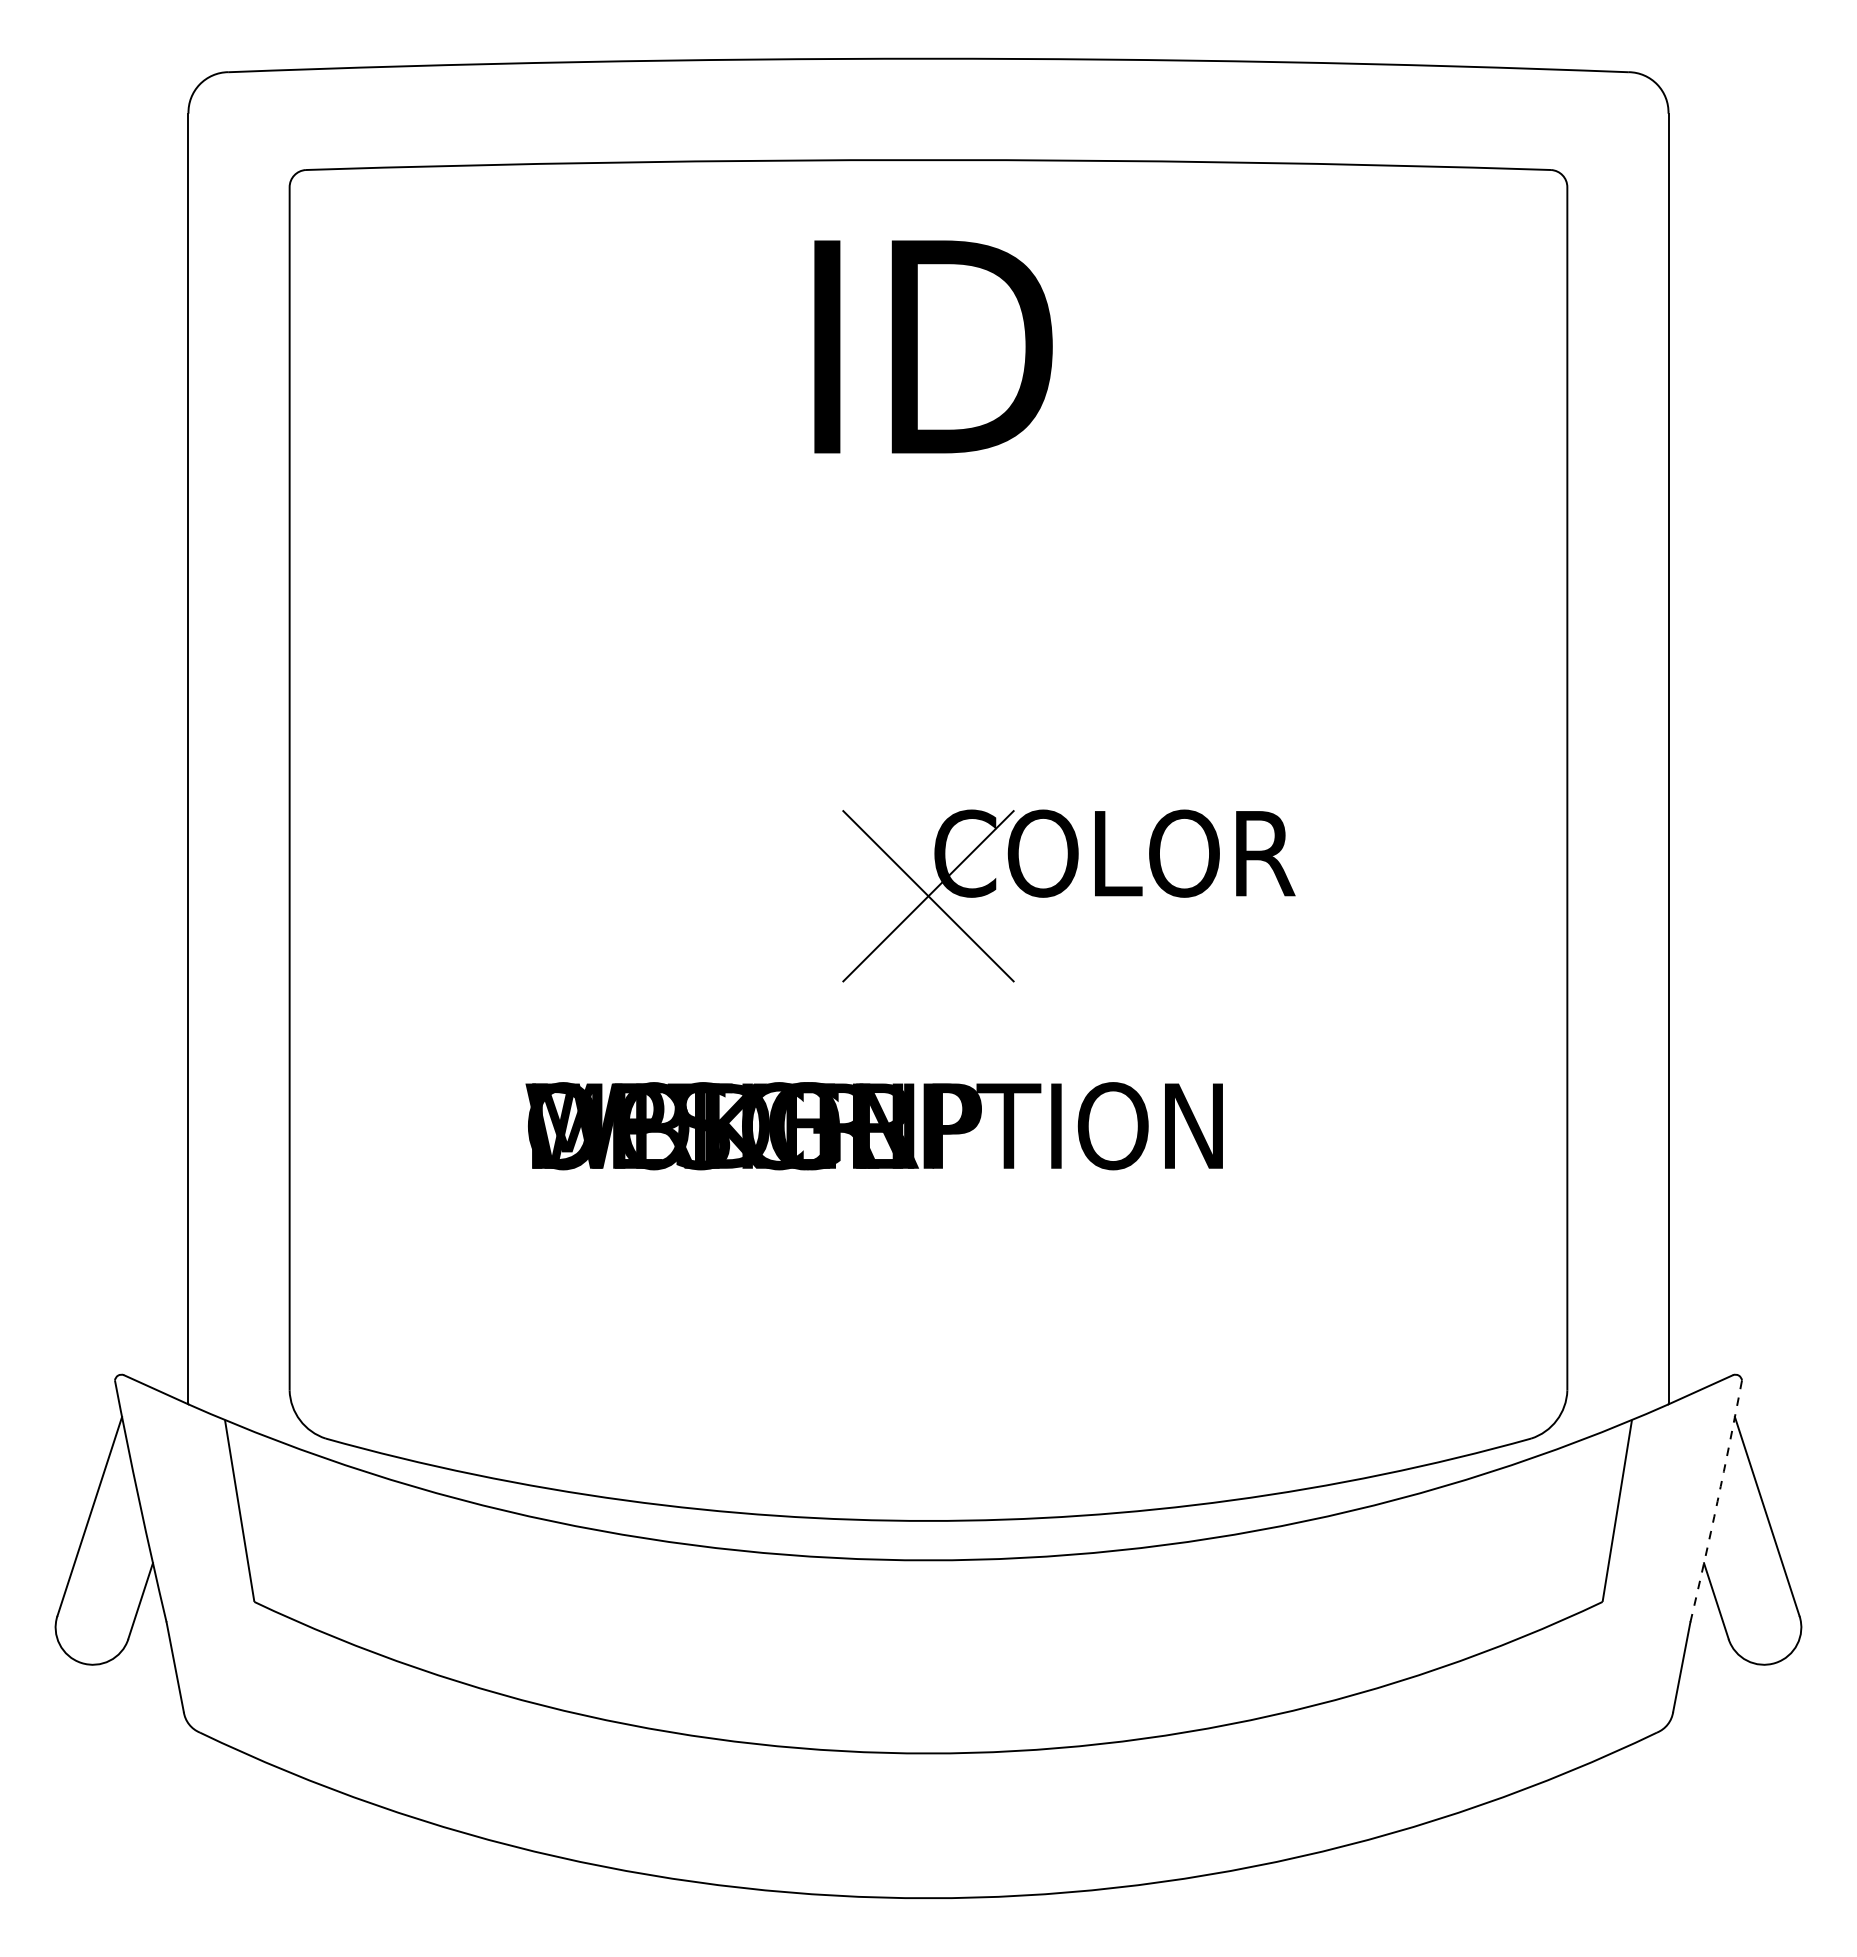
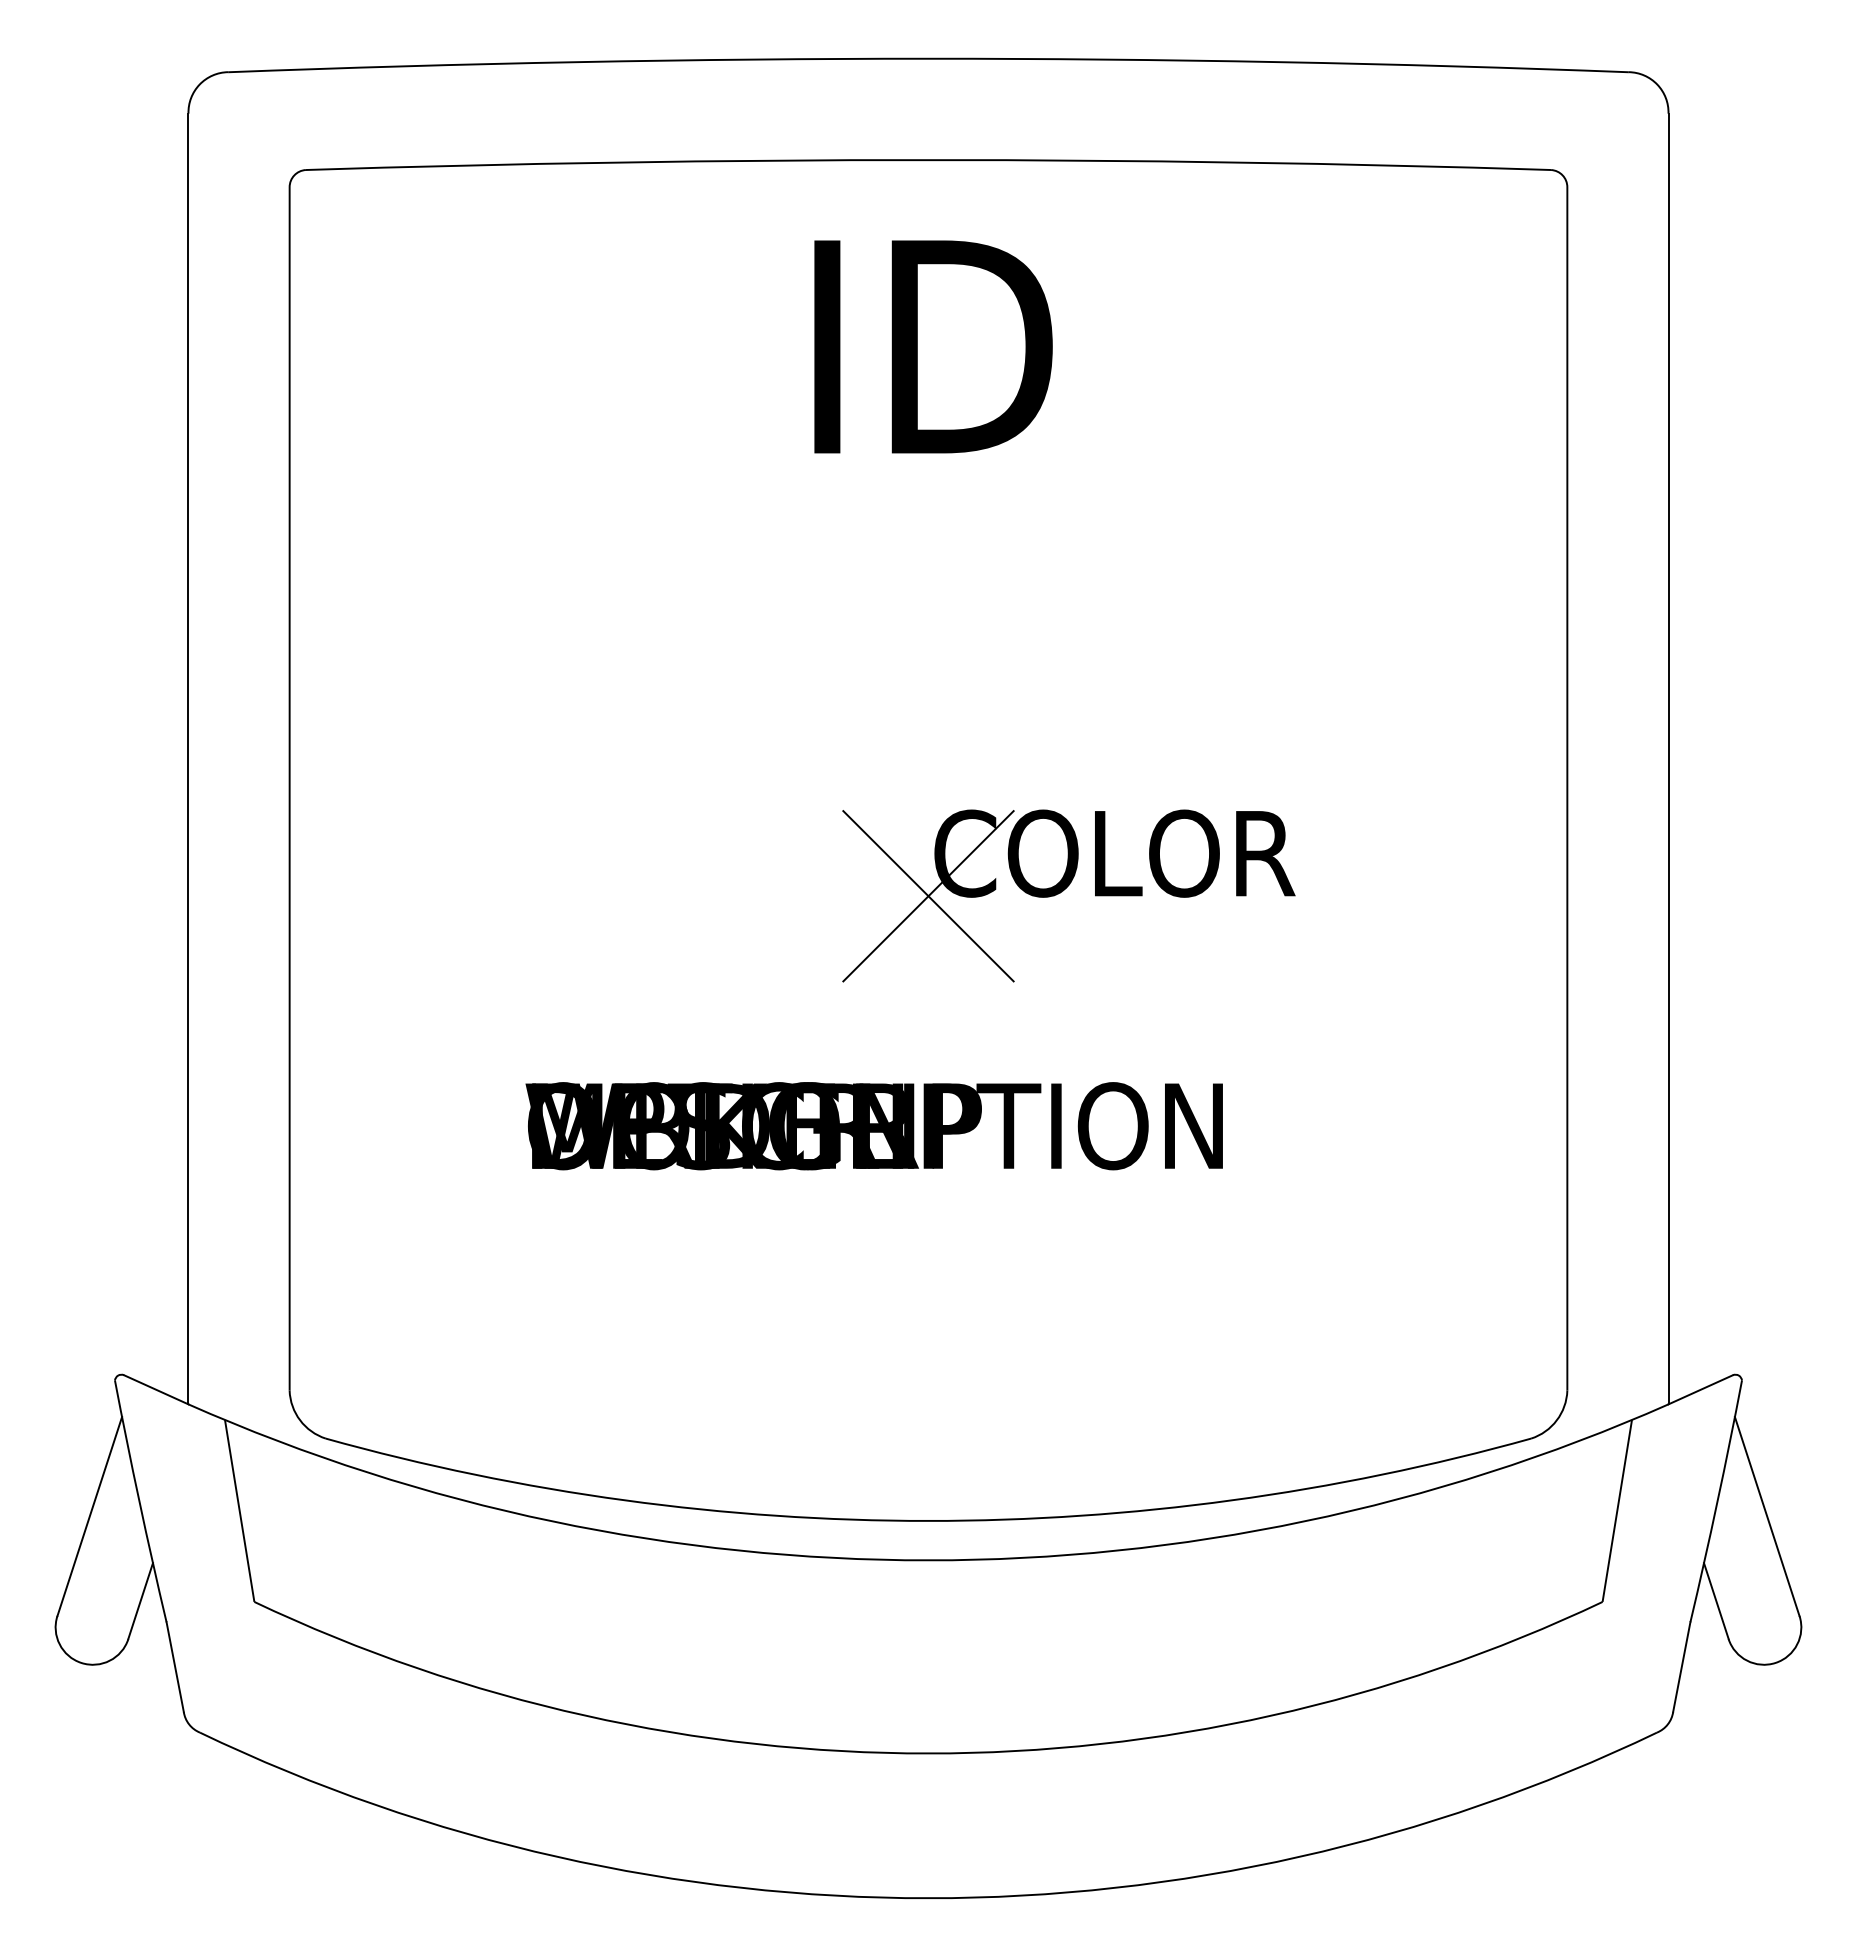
arc at (1717, 1501): dashed -> solid
